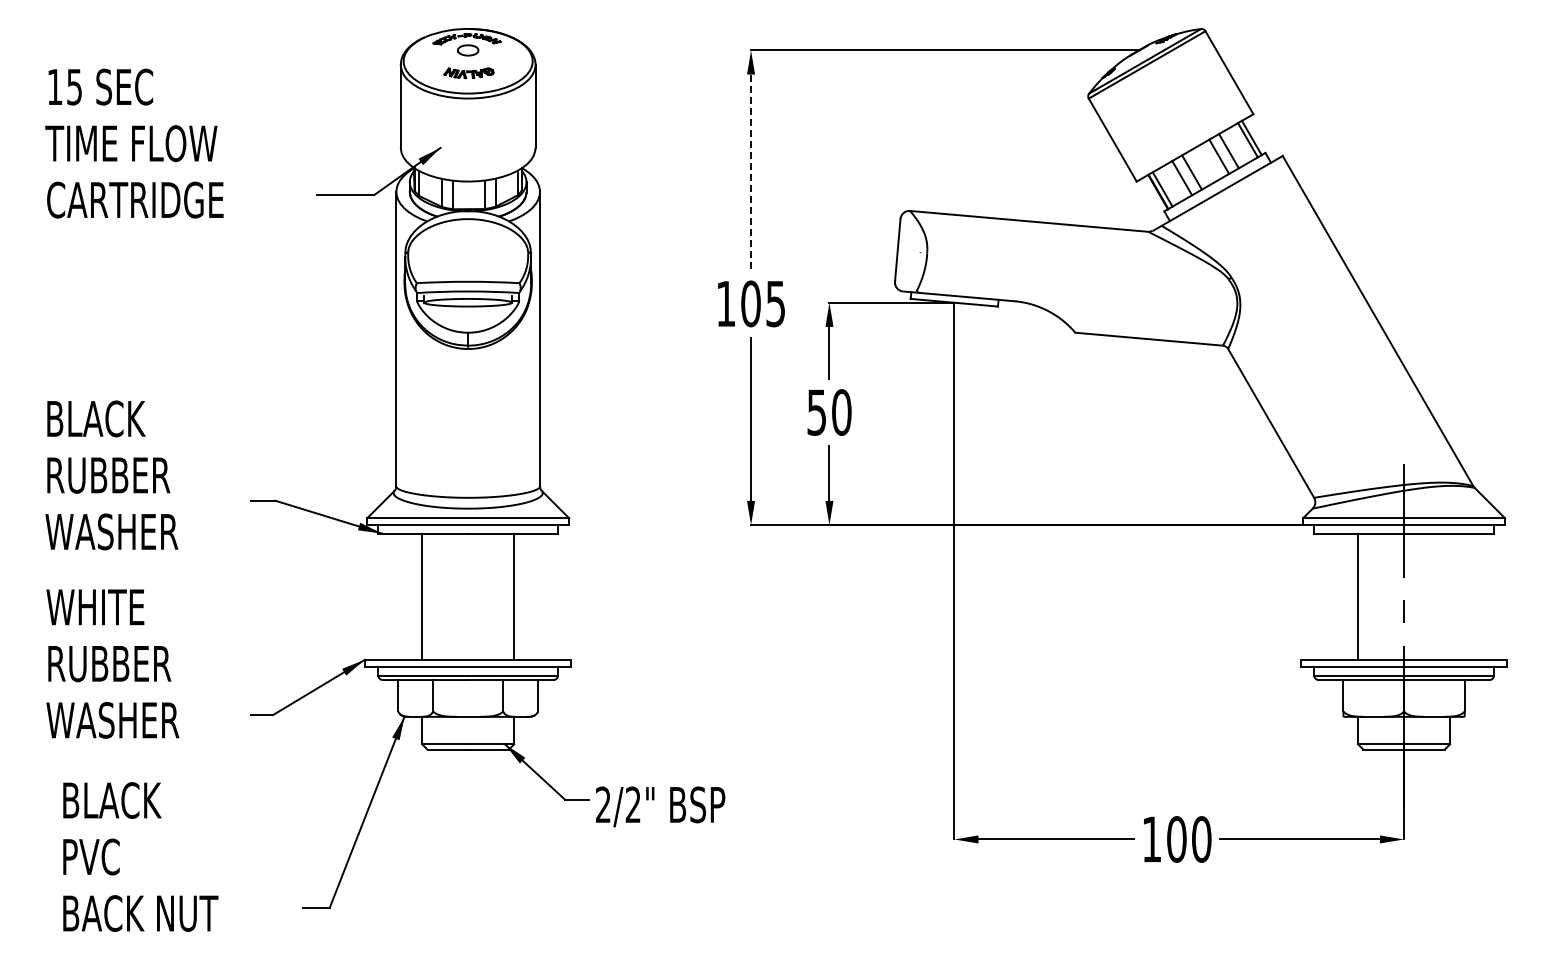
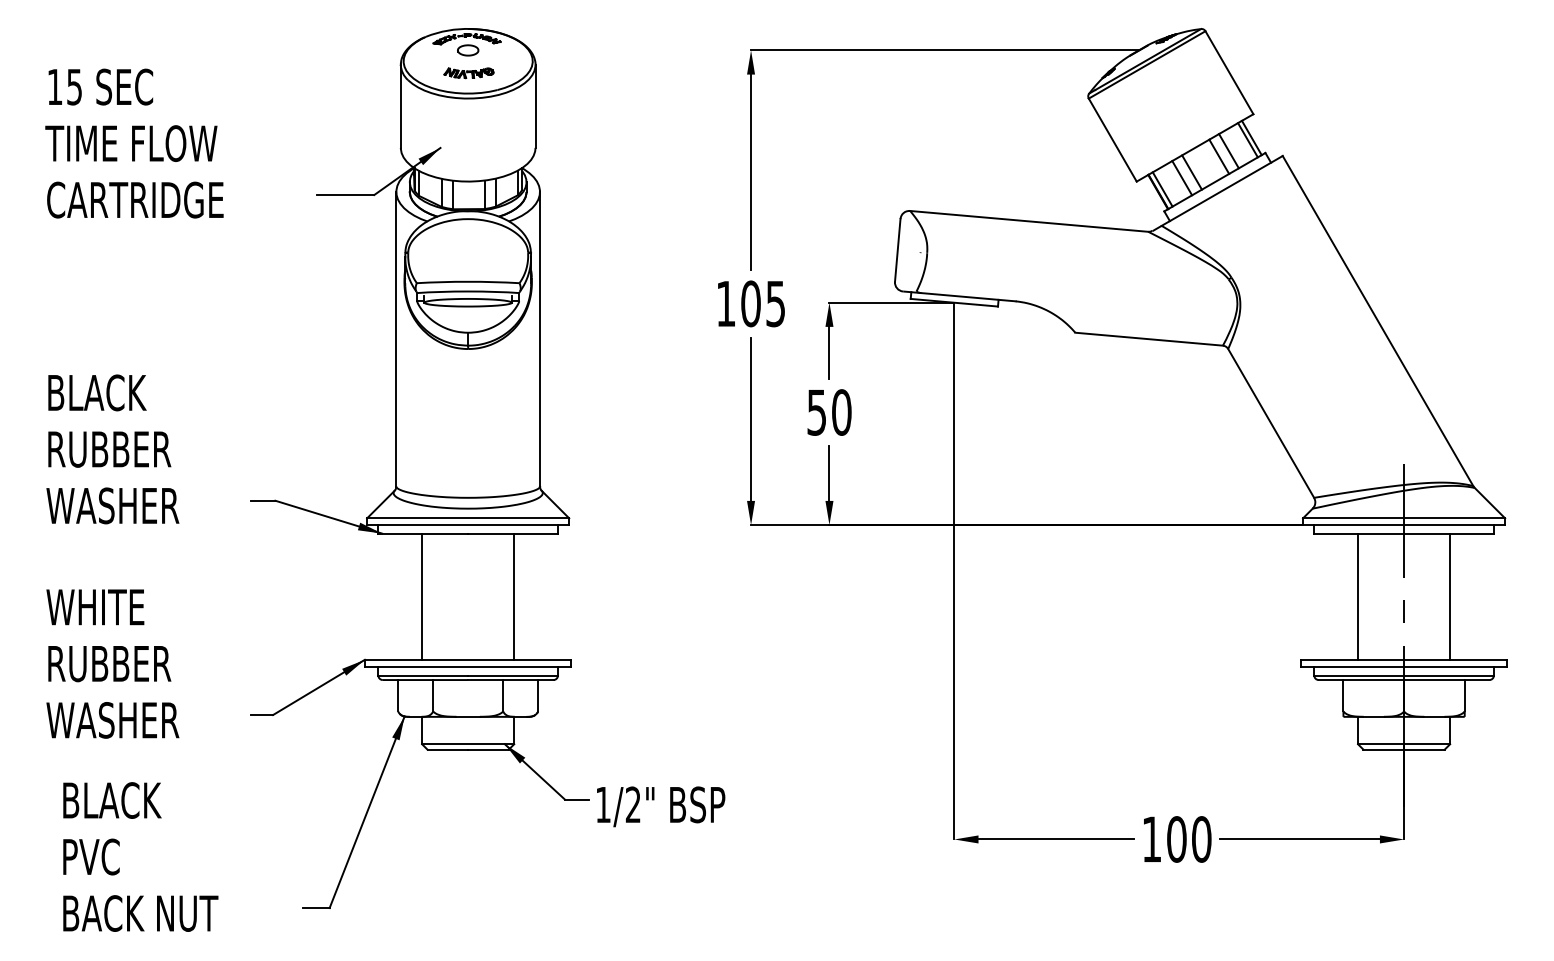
line at (751, 172): dashed -> solid
text at (111, 475) position: (111, 475) -> (112, 449)
line at (1450, 596): none -> present
text at (603, 804): 2/2" -> 1/2"
